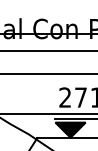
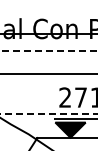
line at (49, 50): solid -> dashed
line at (48, 114): solid -> dashed
